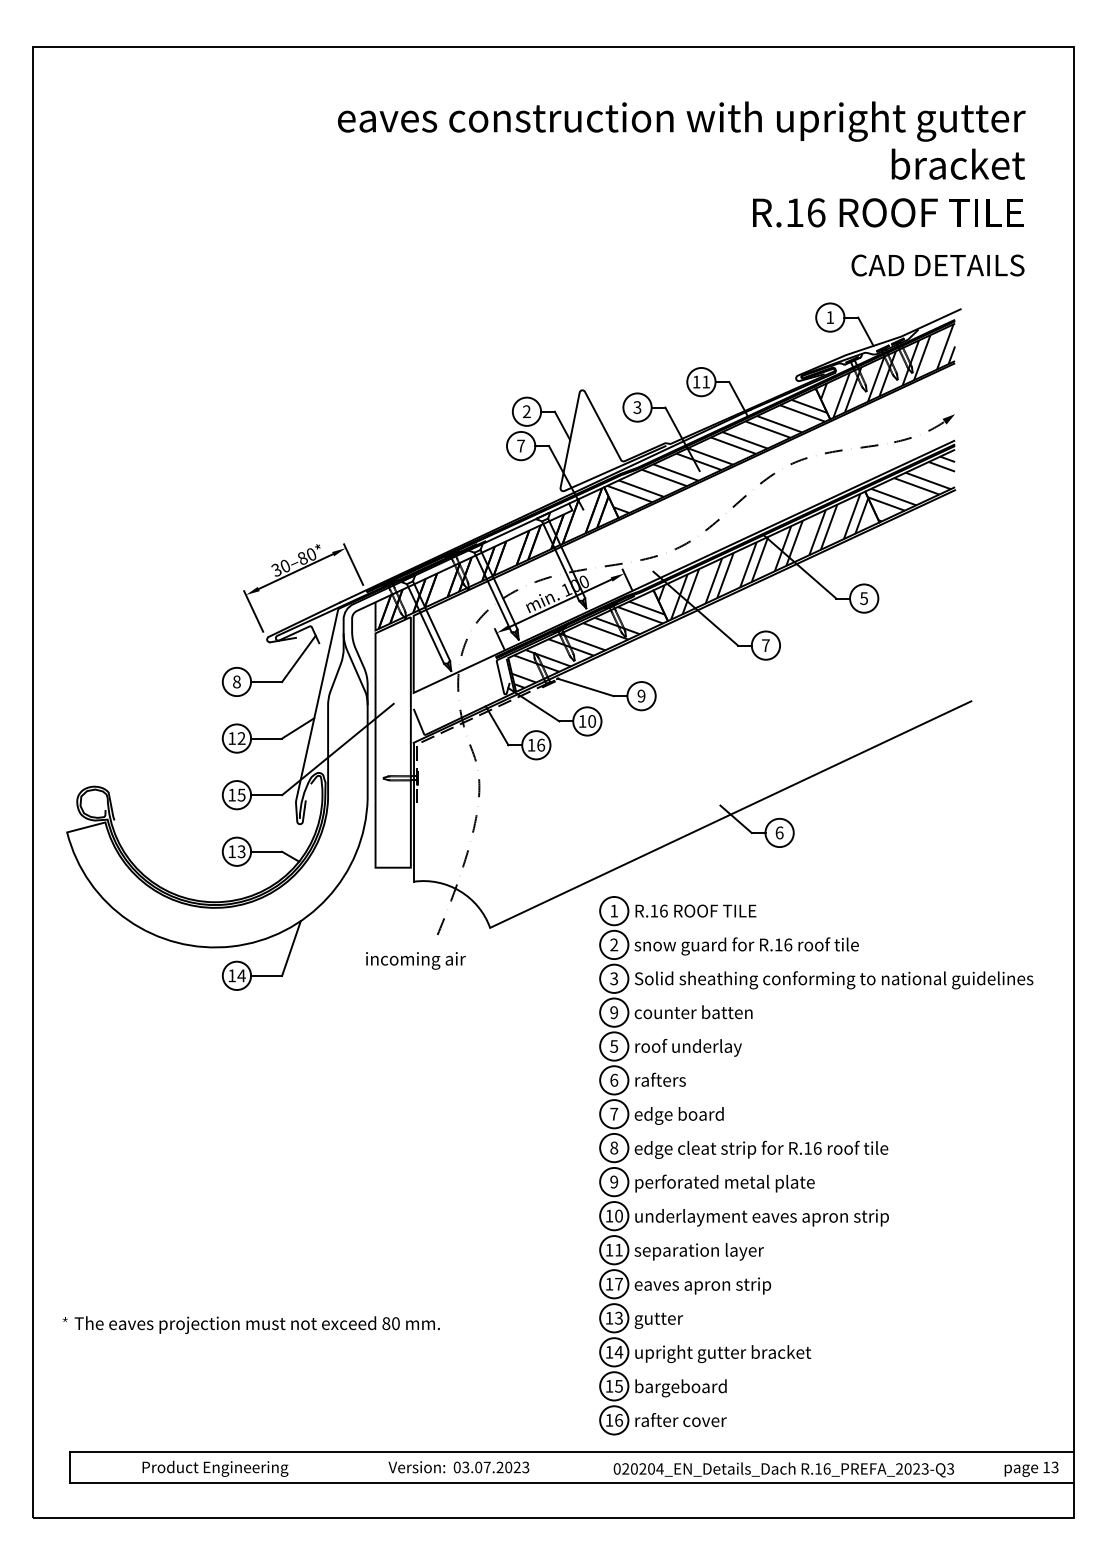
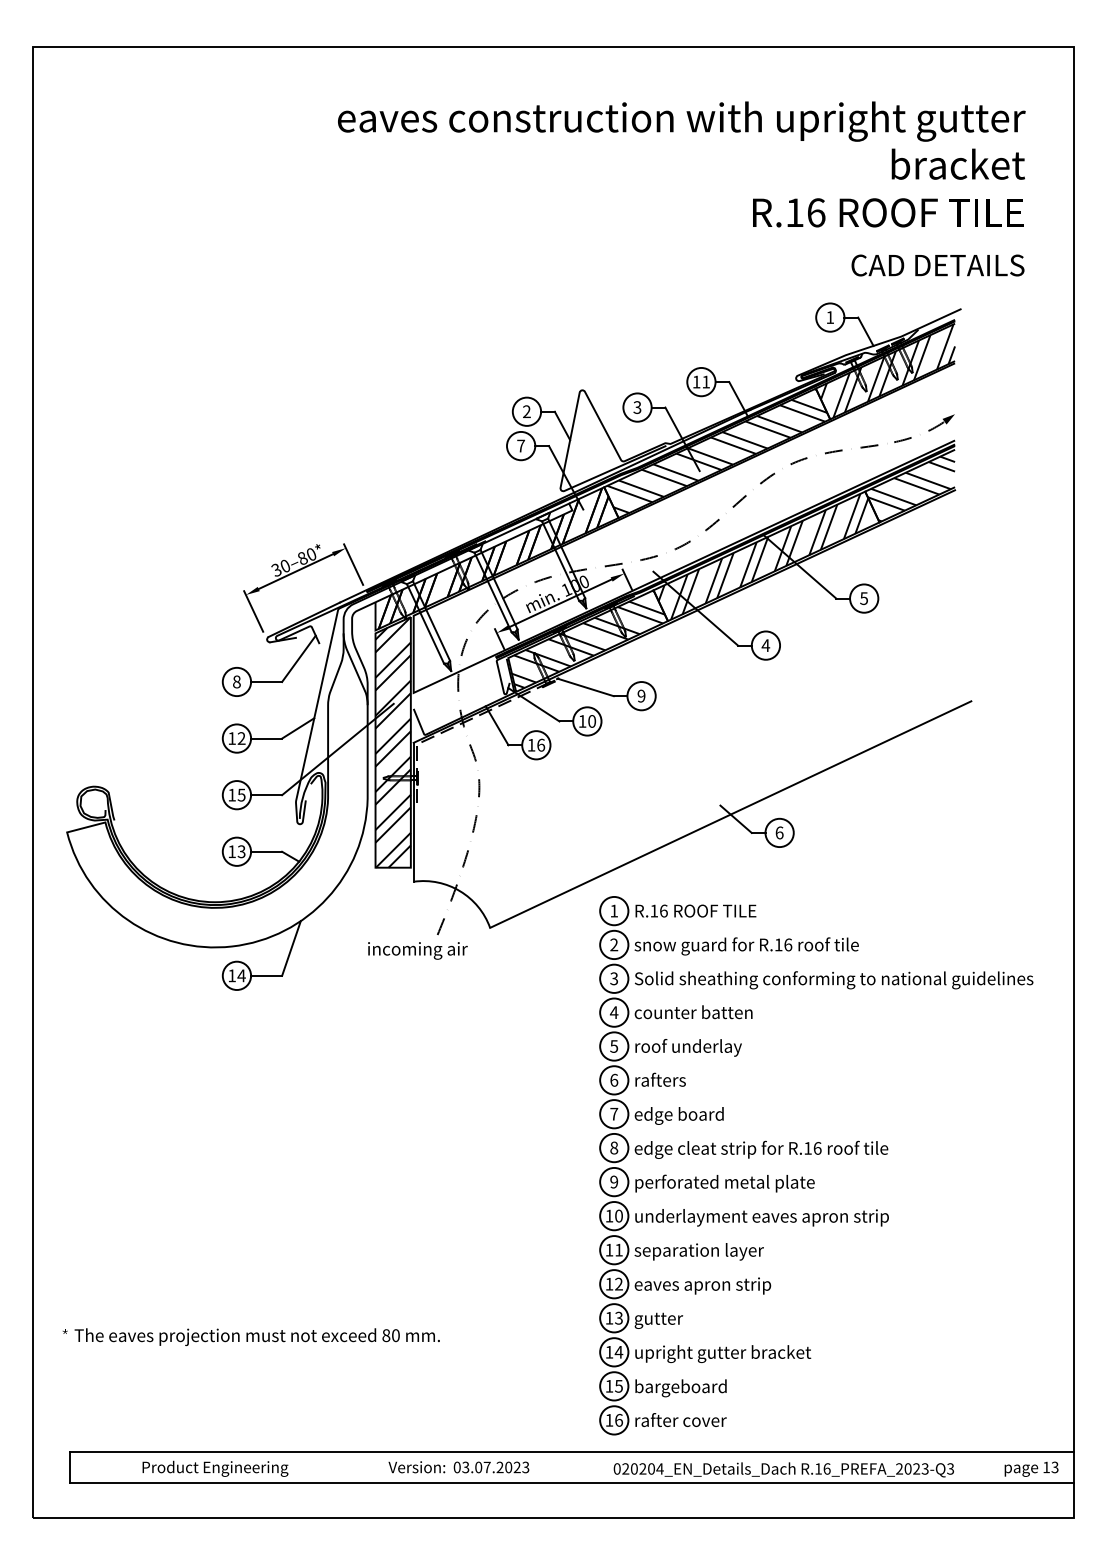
text at (765, 645): 7 -> 4
hatch at (392, 742): none -> present
text at (415, 960) position: (415, 960) -> (417, 950)
text at (613, 1012): 9 -> 4
text at (618, 1283): 17 -> 12
text at (250, 1325) position: (250, 1325) -> (250, 1337)
